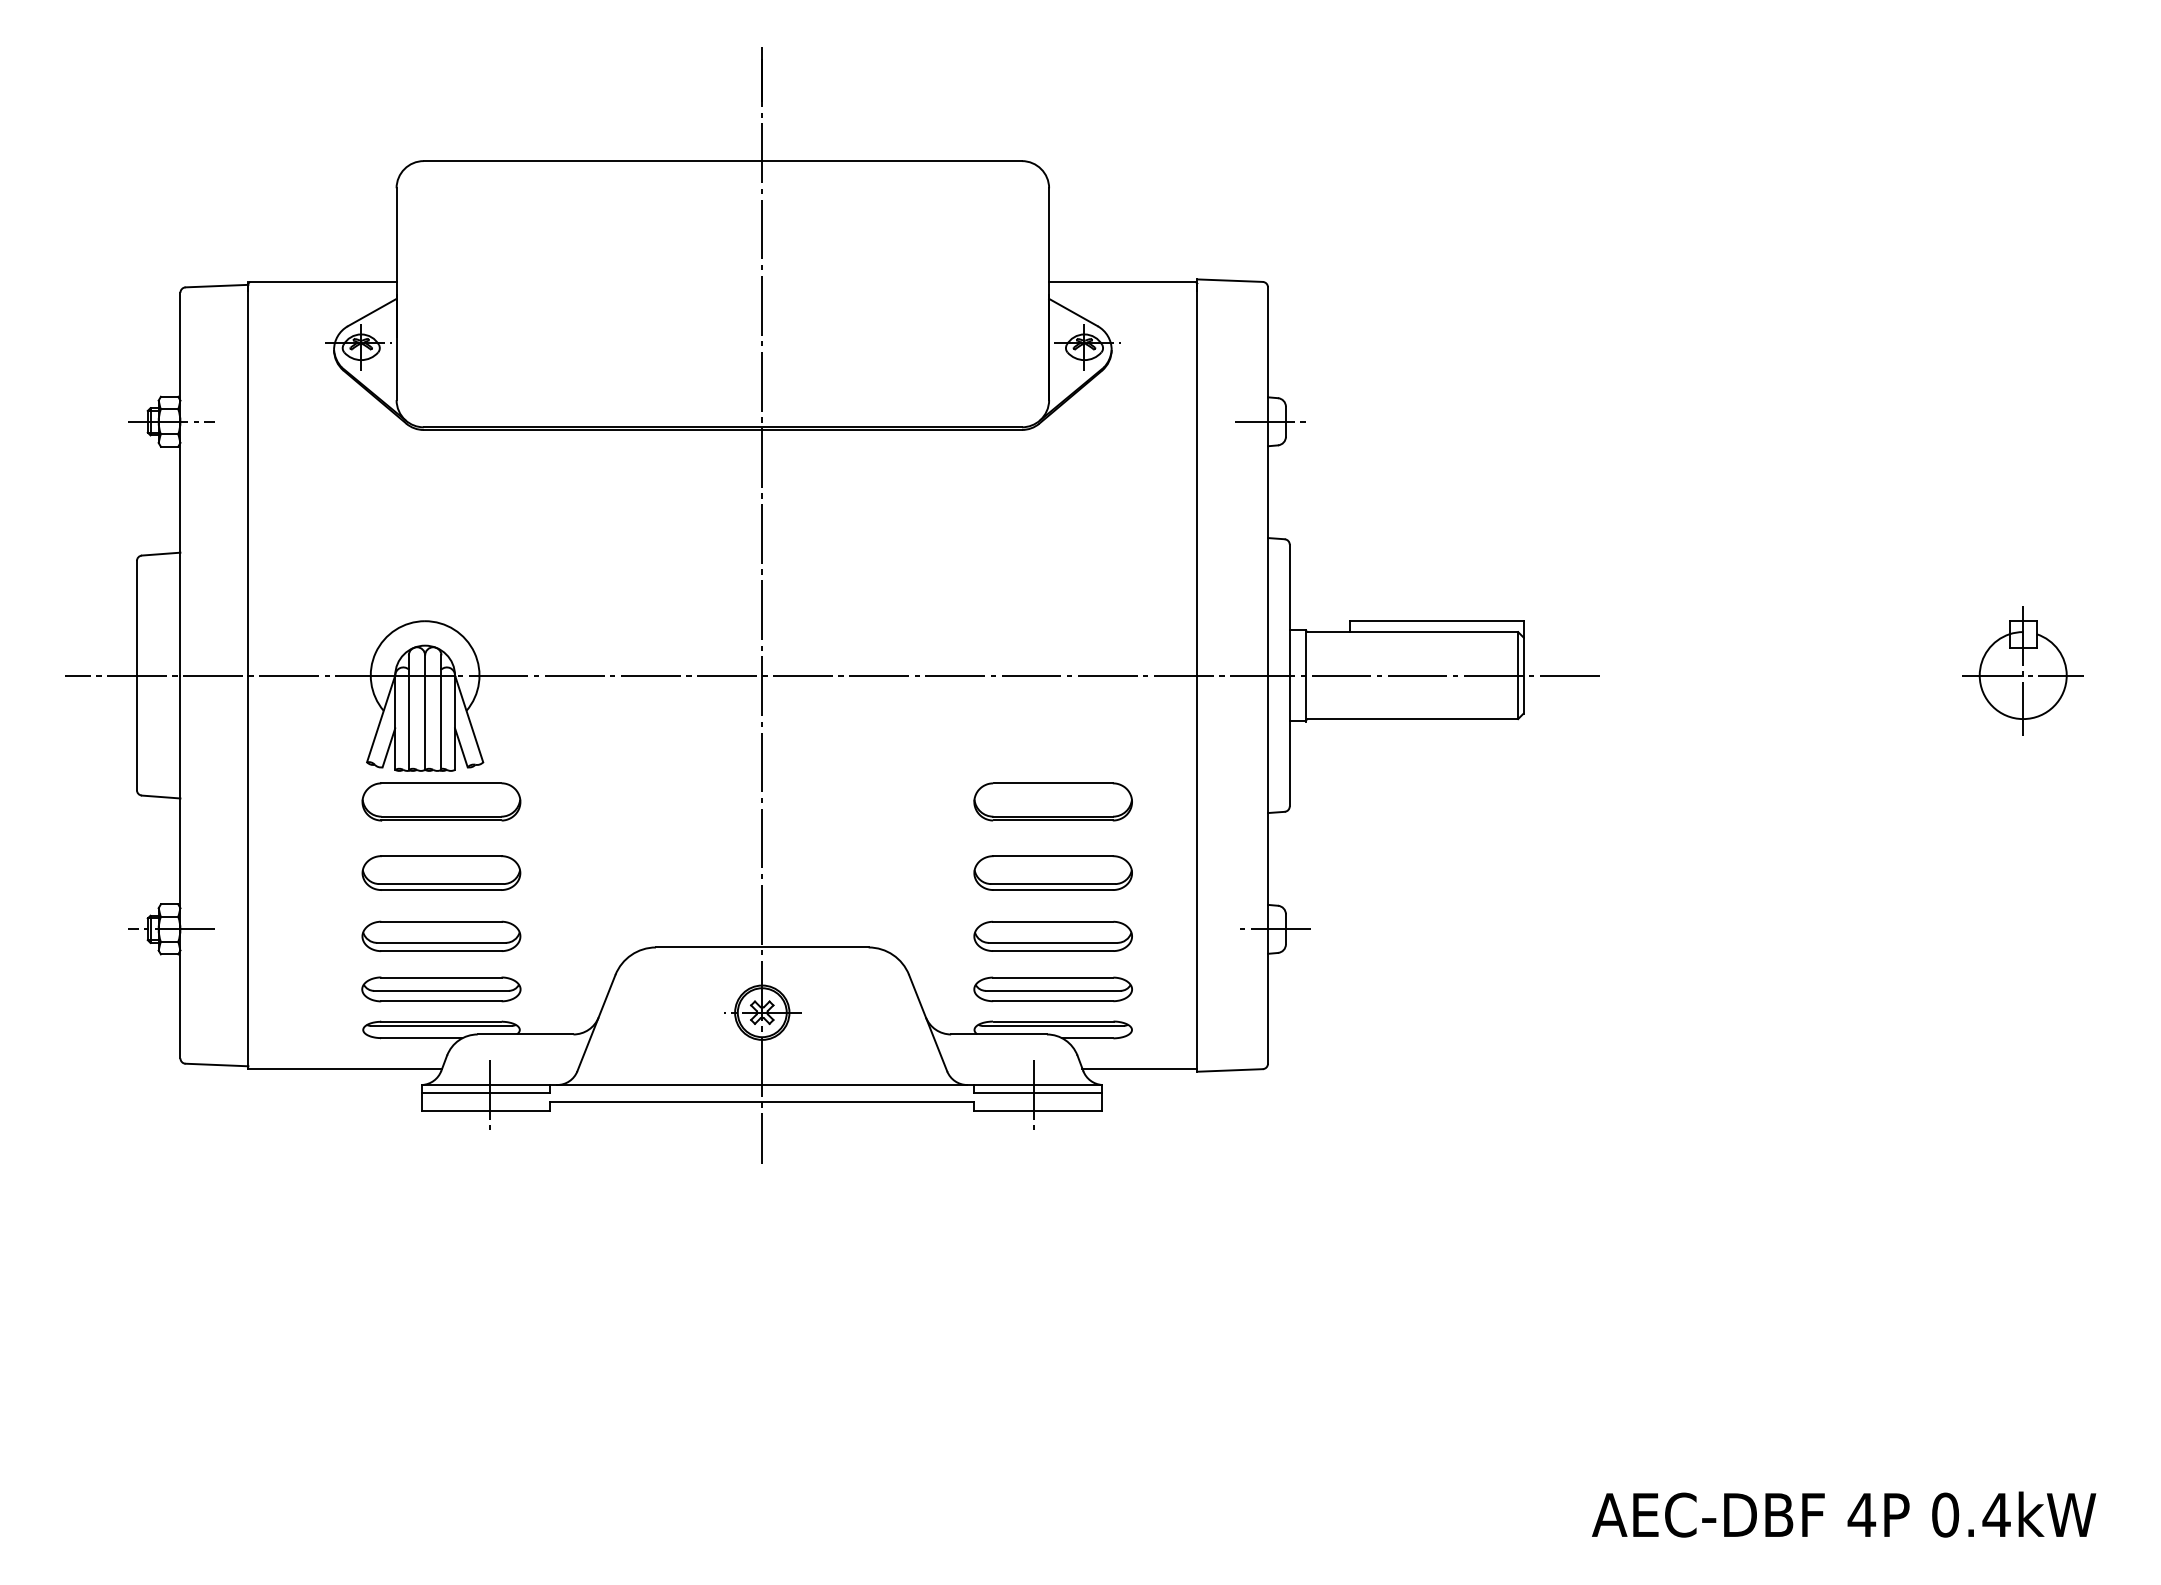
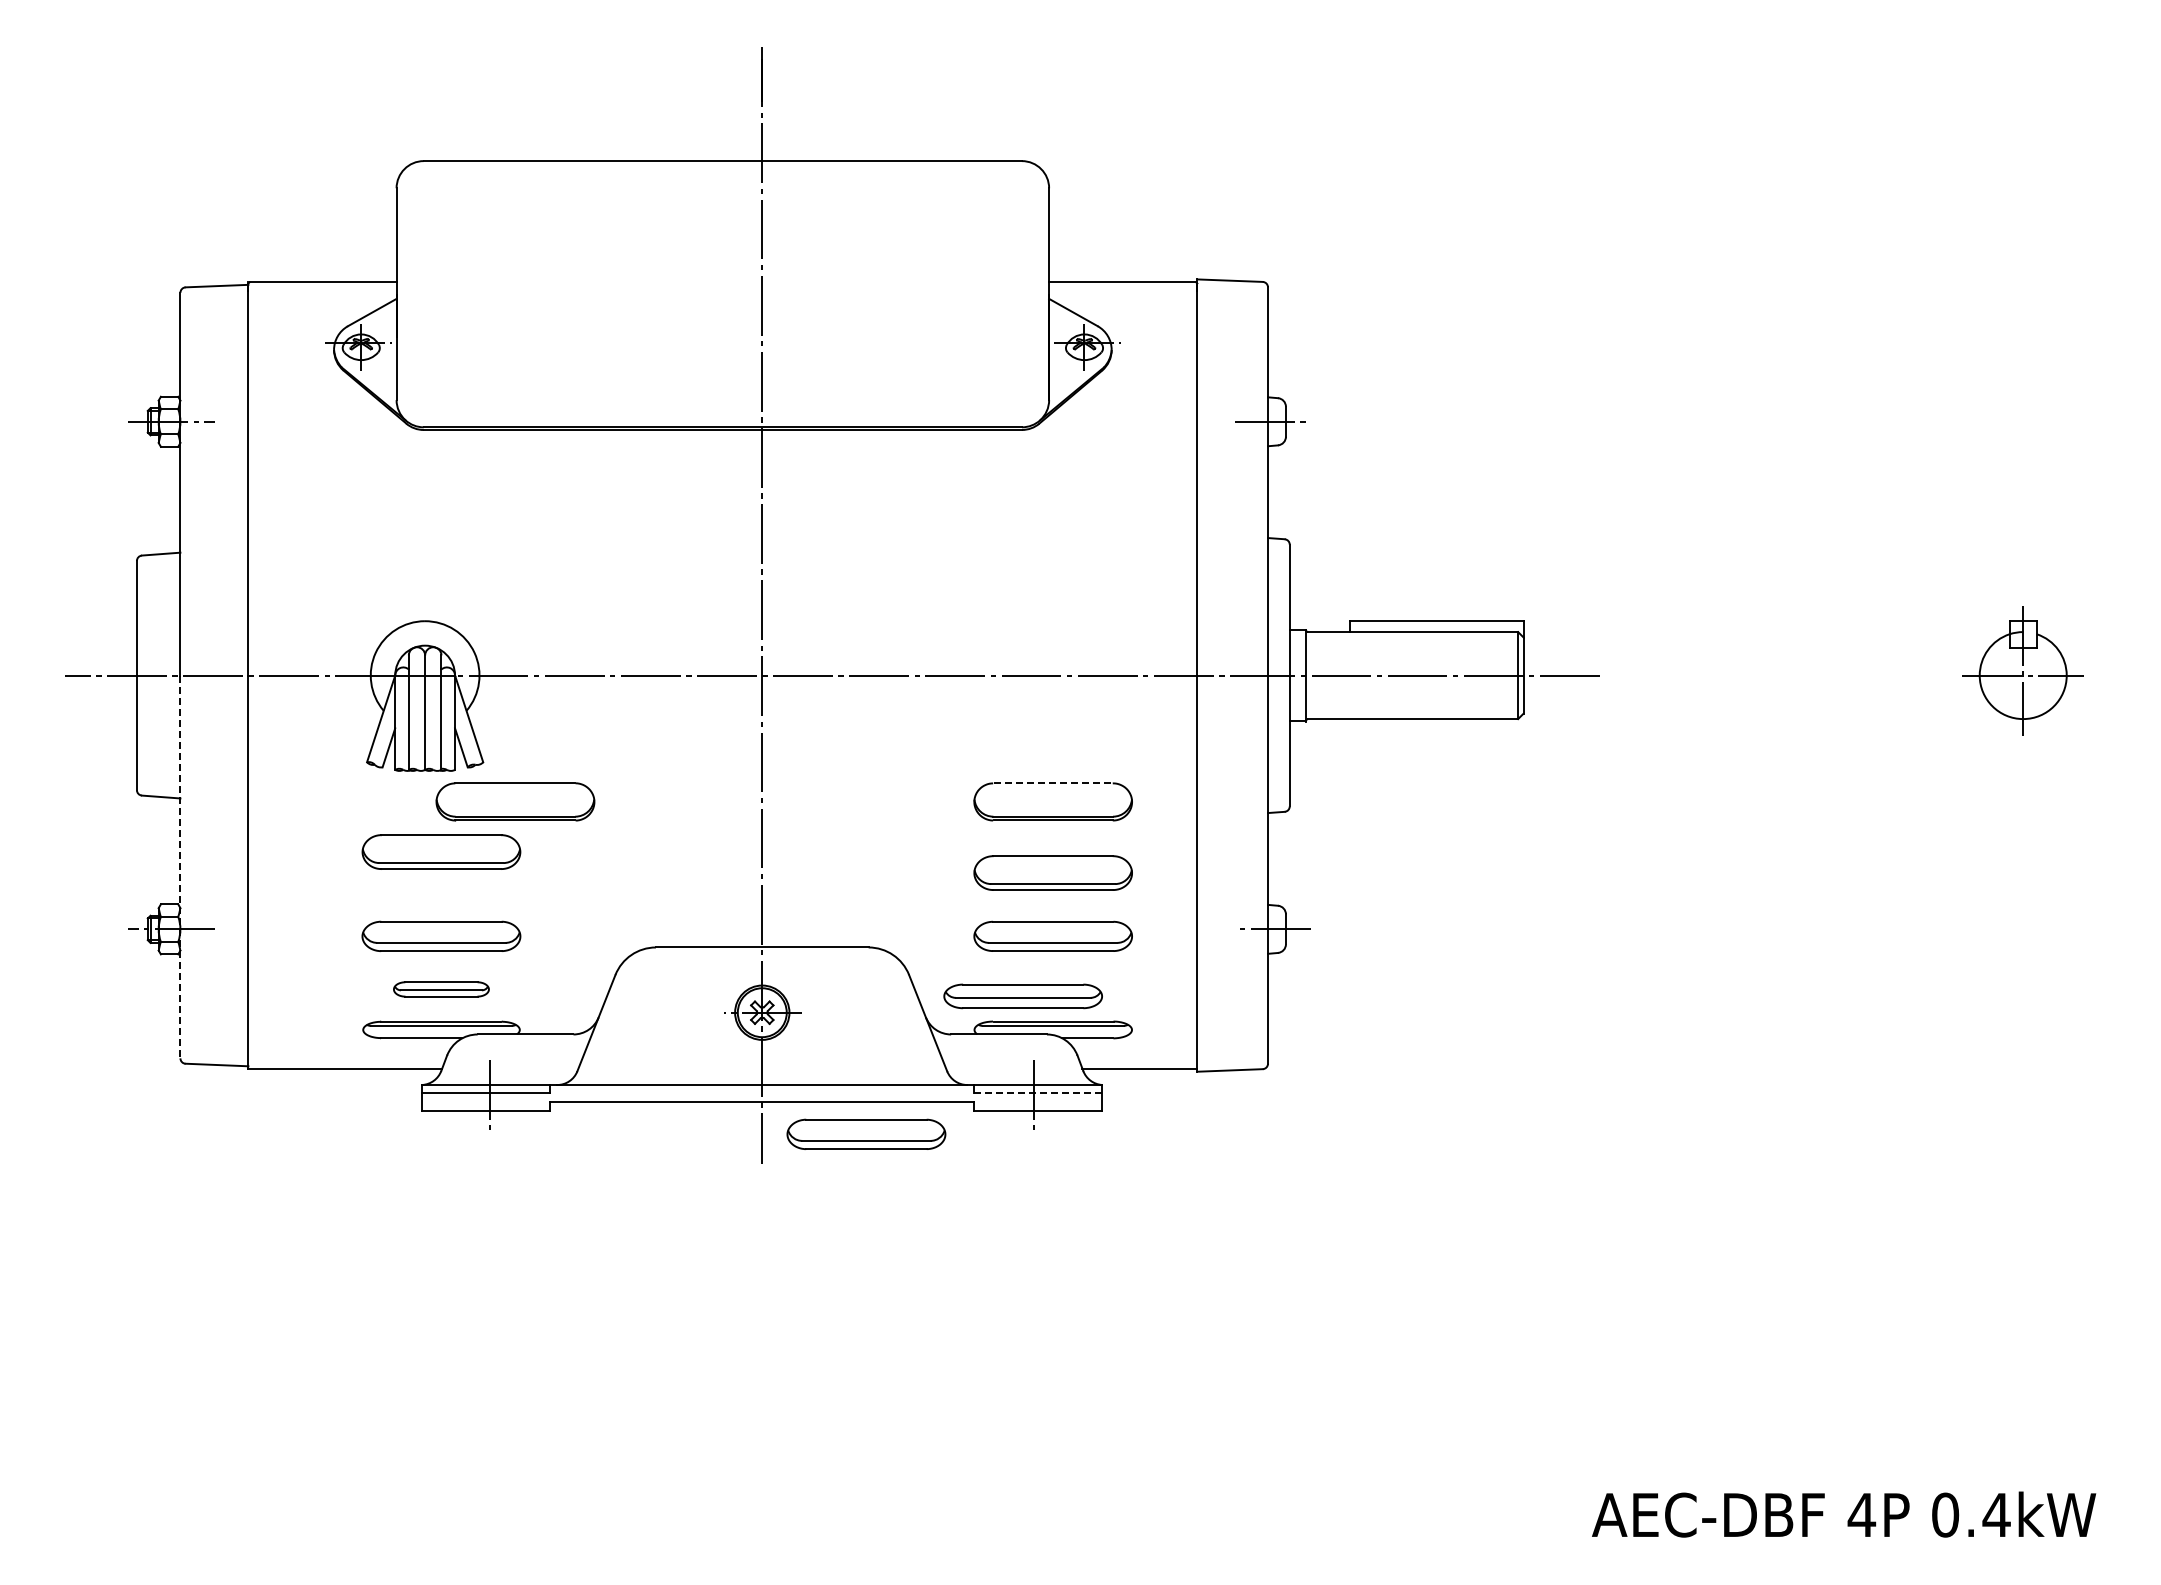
line at (1053, 783): solid -> dashed
part at (441, 801) position: (441, 801) -> (515, 801)
line at (180, 867): solid -> dashed
part at (441, 872) position: (441, 872) -> (441, 851)
part at (441, 989) size: 161x27 px -> 97x17 px
part at (1052, 989) position: (1052, 989) -> (1022, 996)
line at (1038, 1093): solid -> dashed
part at (866, 1133): none -> present
